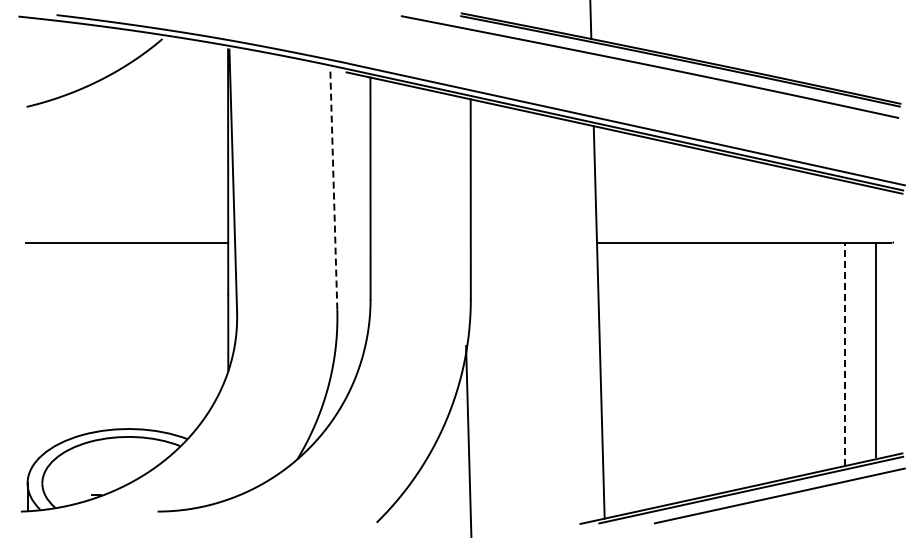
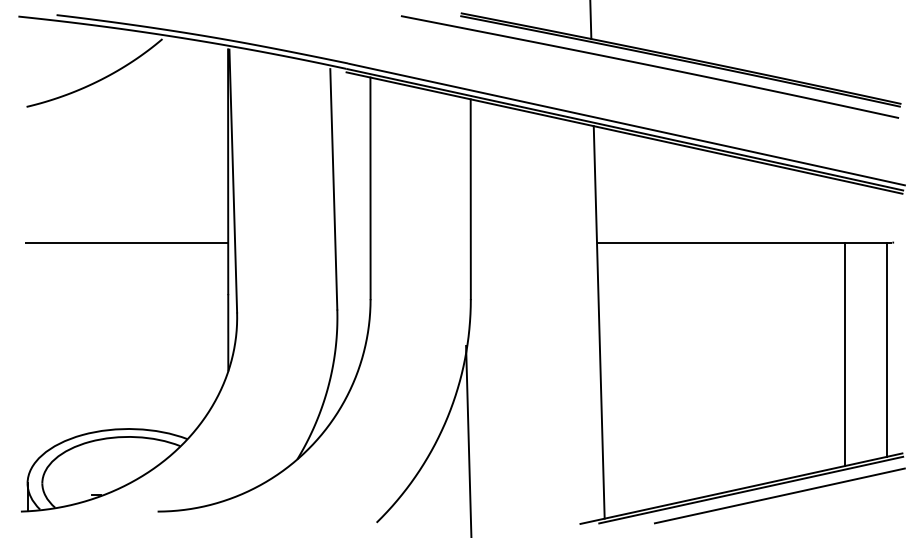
line at (333, 188): dashed -> solid
line at (876, 349) position: (876, 349) -> (887, 349)
line at (845, 354): dashed -> solid
